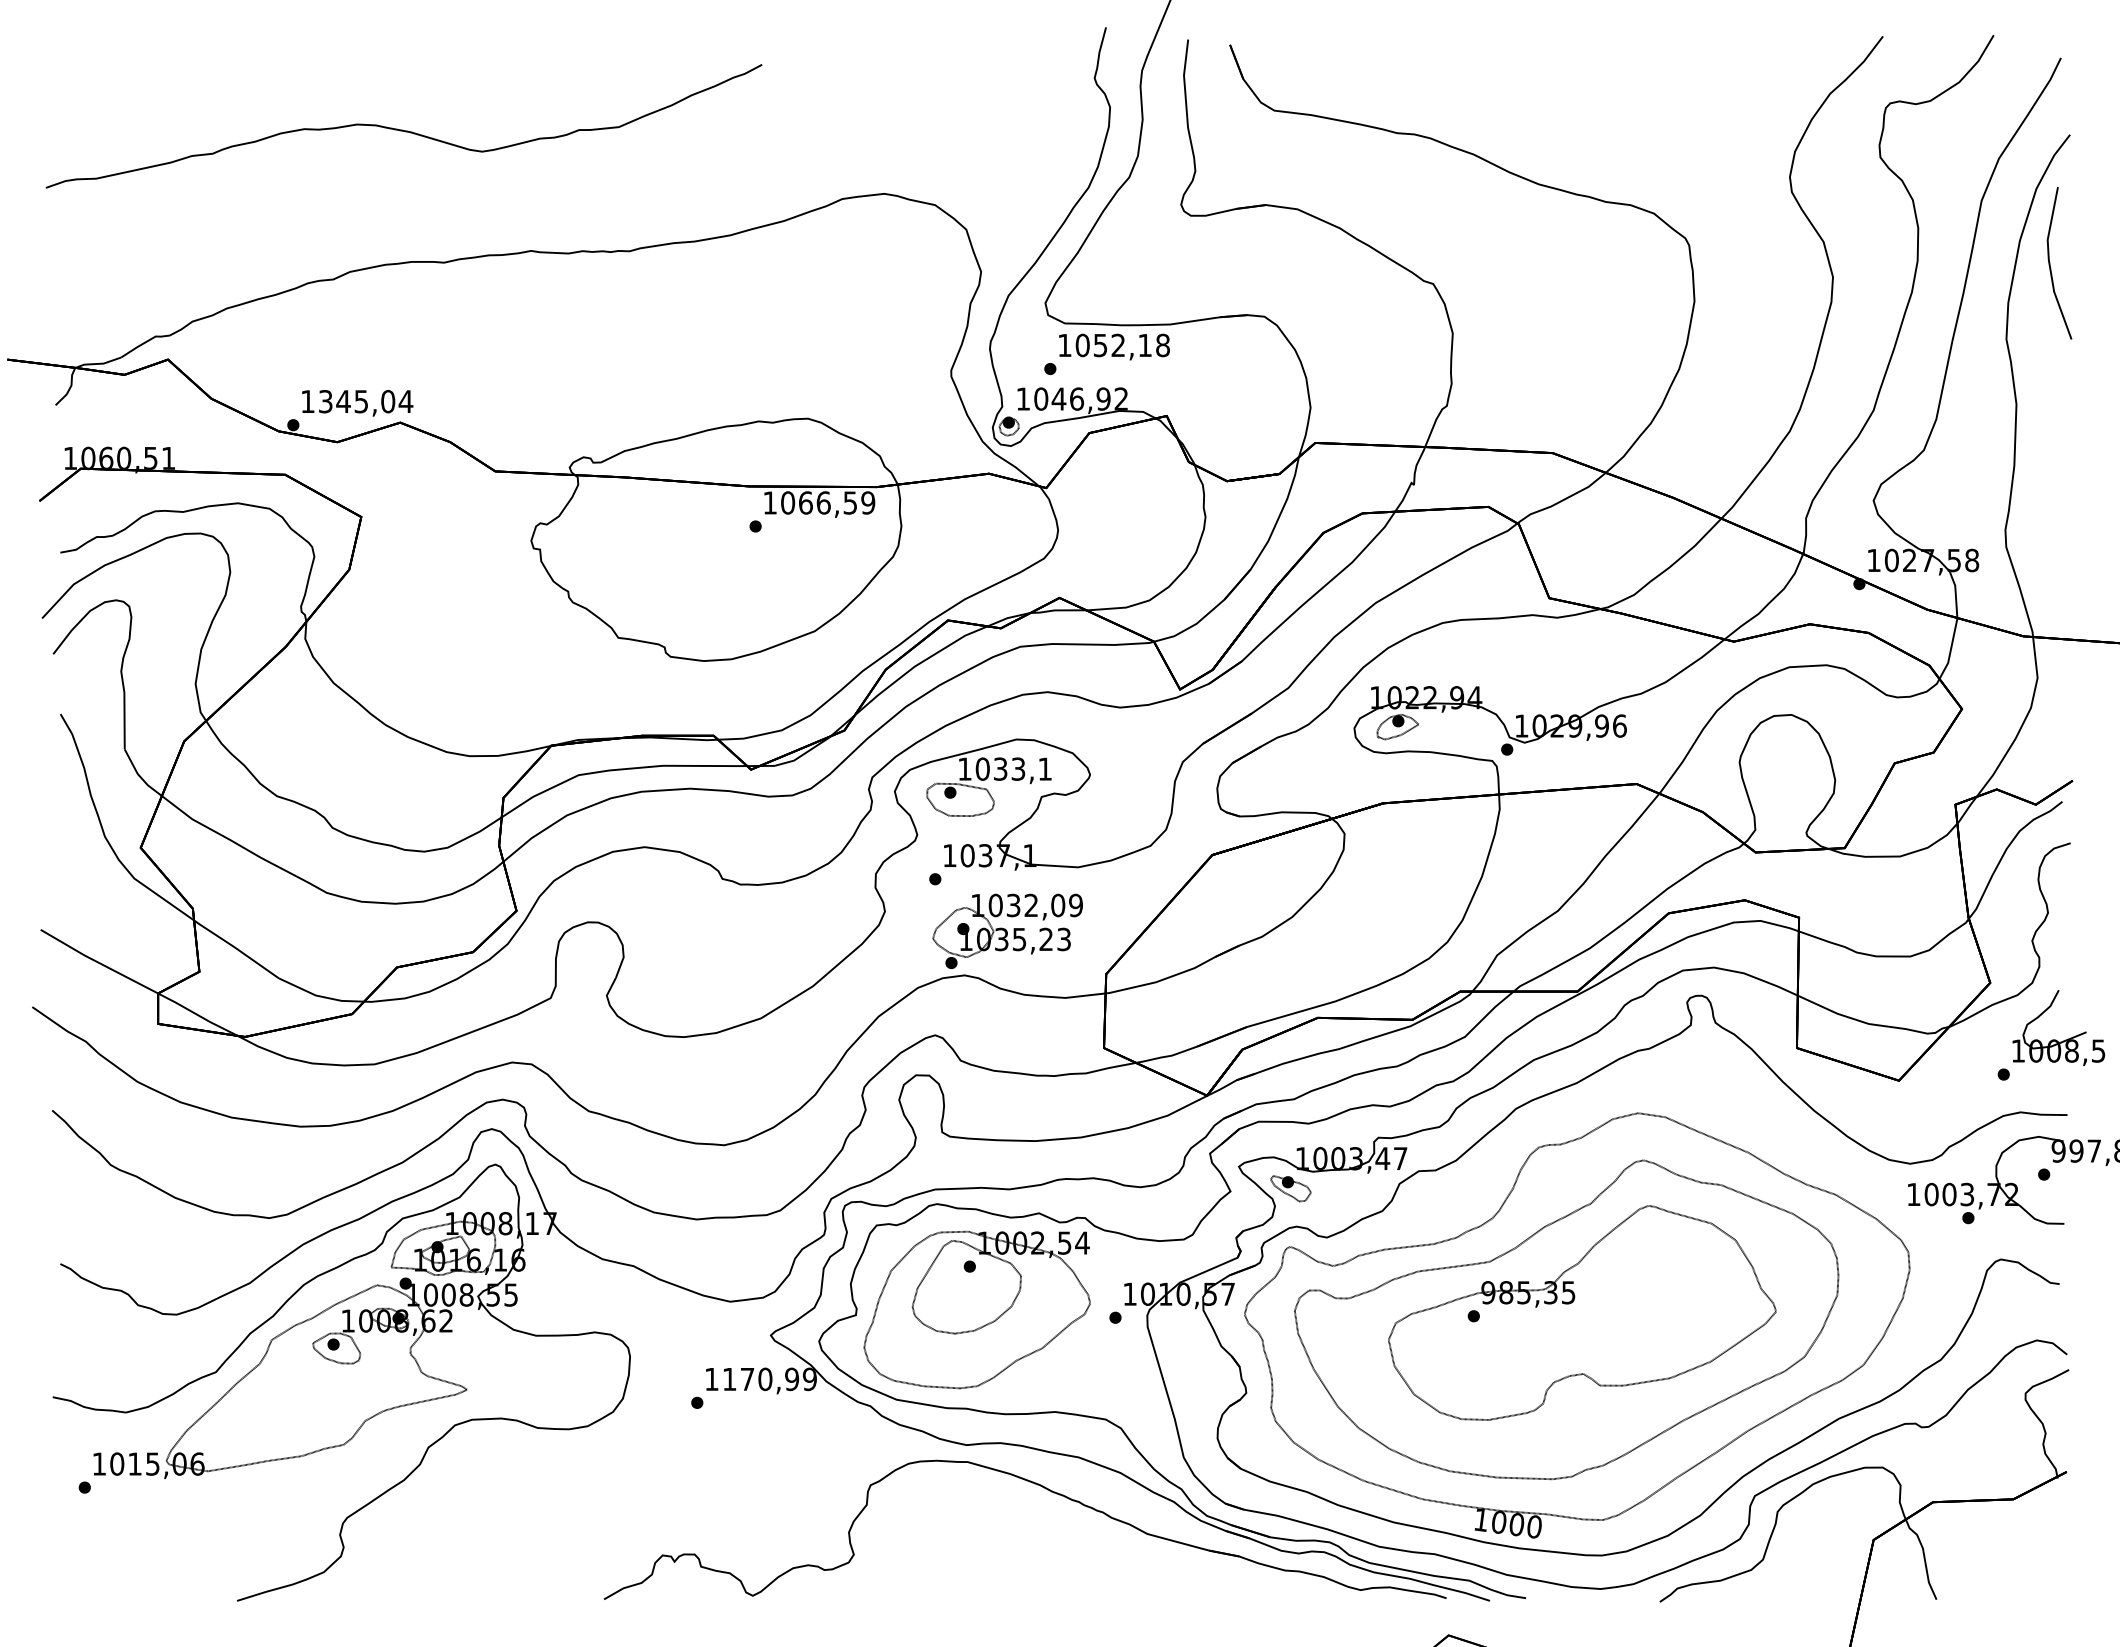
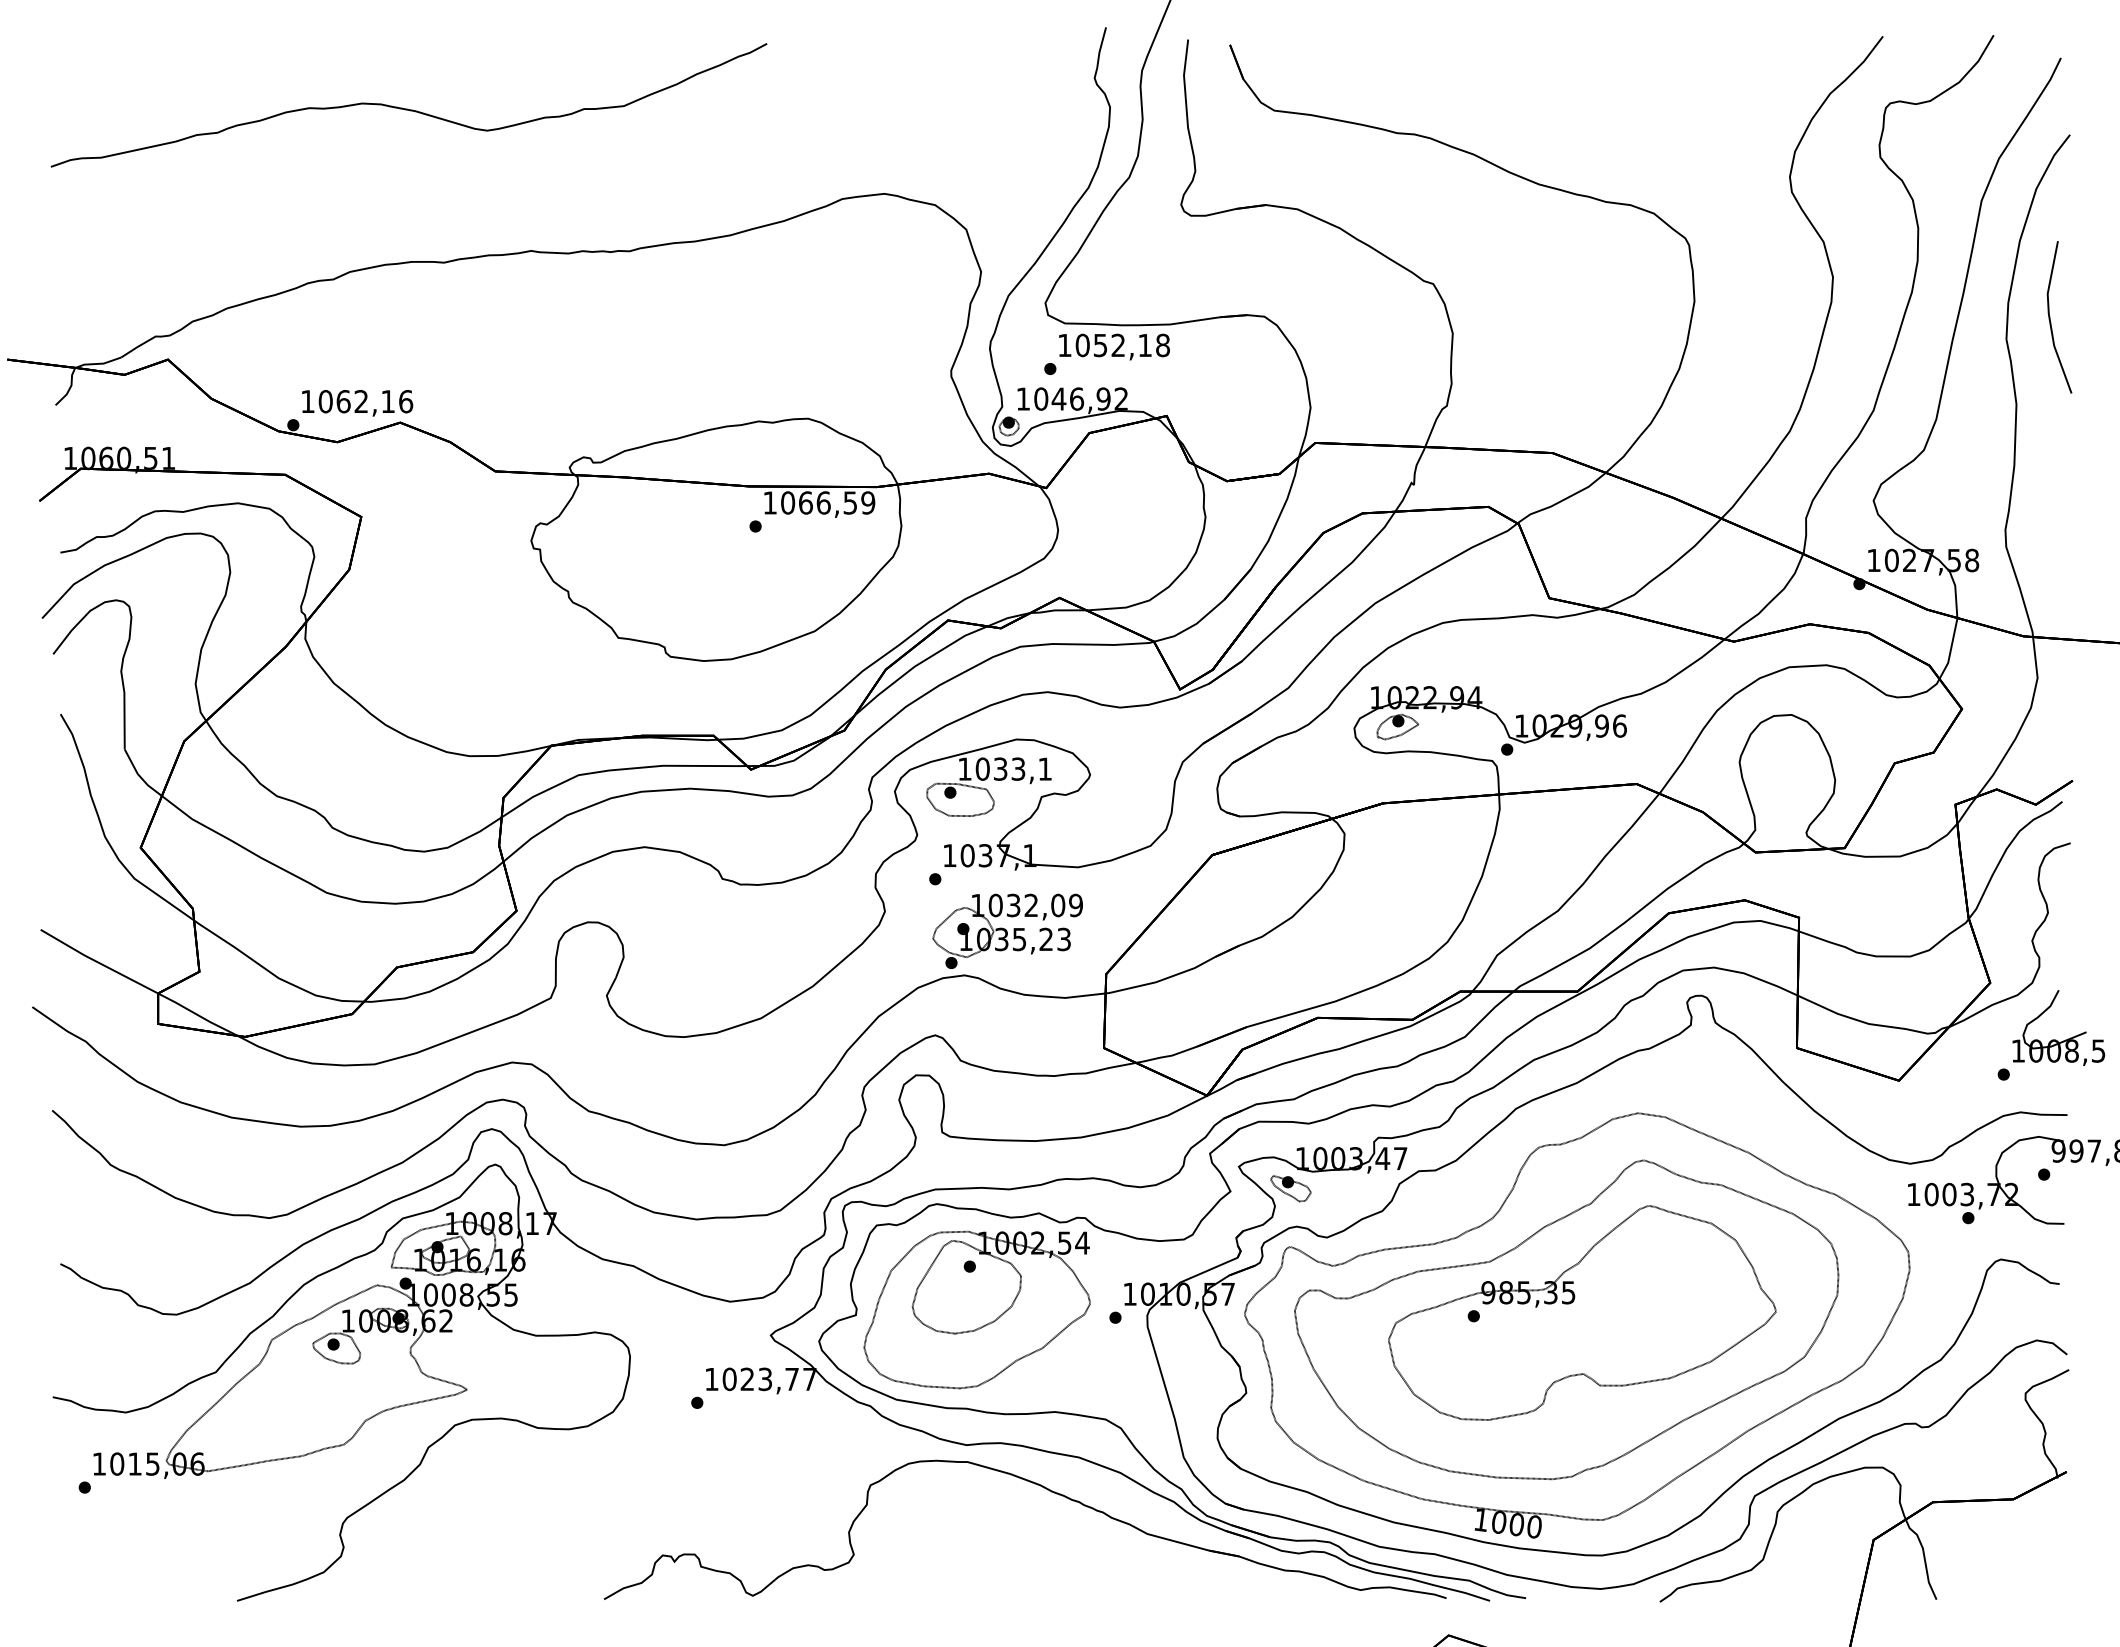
curve at (402, 129) position: (402, 129) -> (407, 108)
line at (2050, 263) position: (2050, 263) -> (2050, 317)
text at (365, 401): 1345,04 -> 1062,16
text at (769, 1379): 1170,99 -> 1023,77
